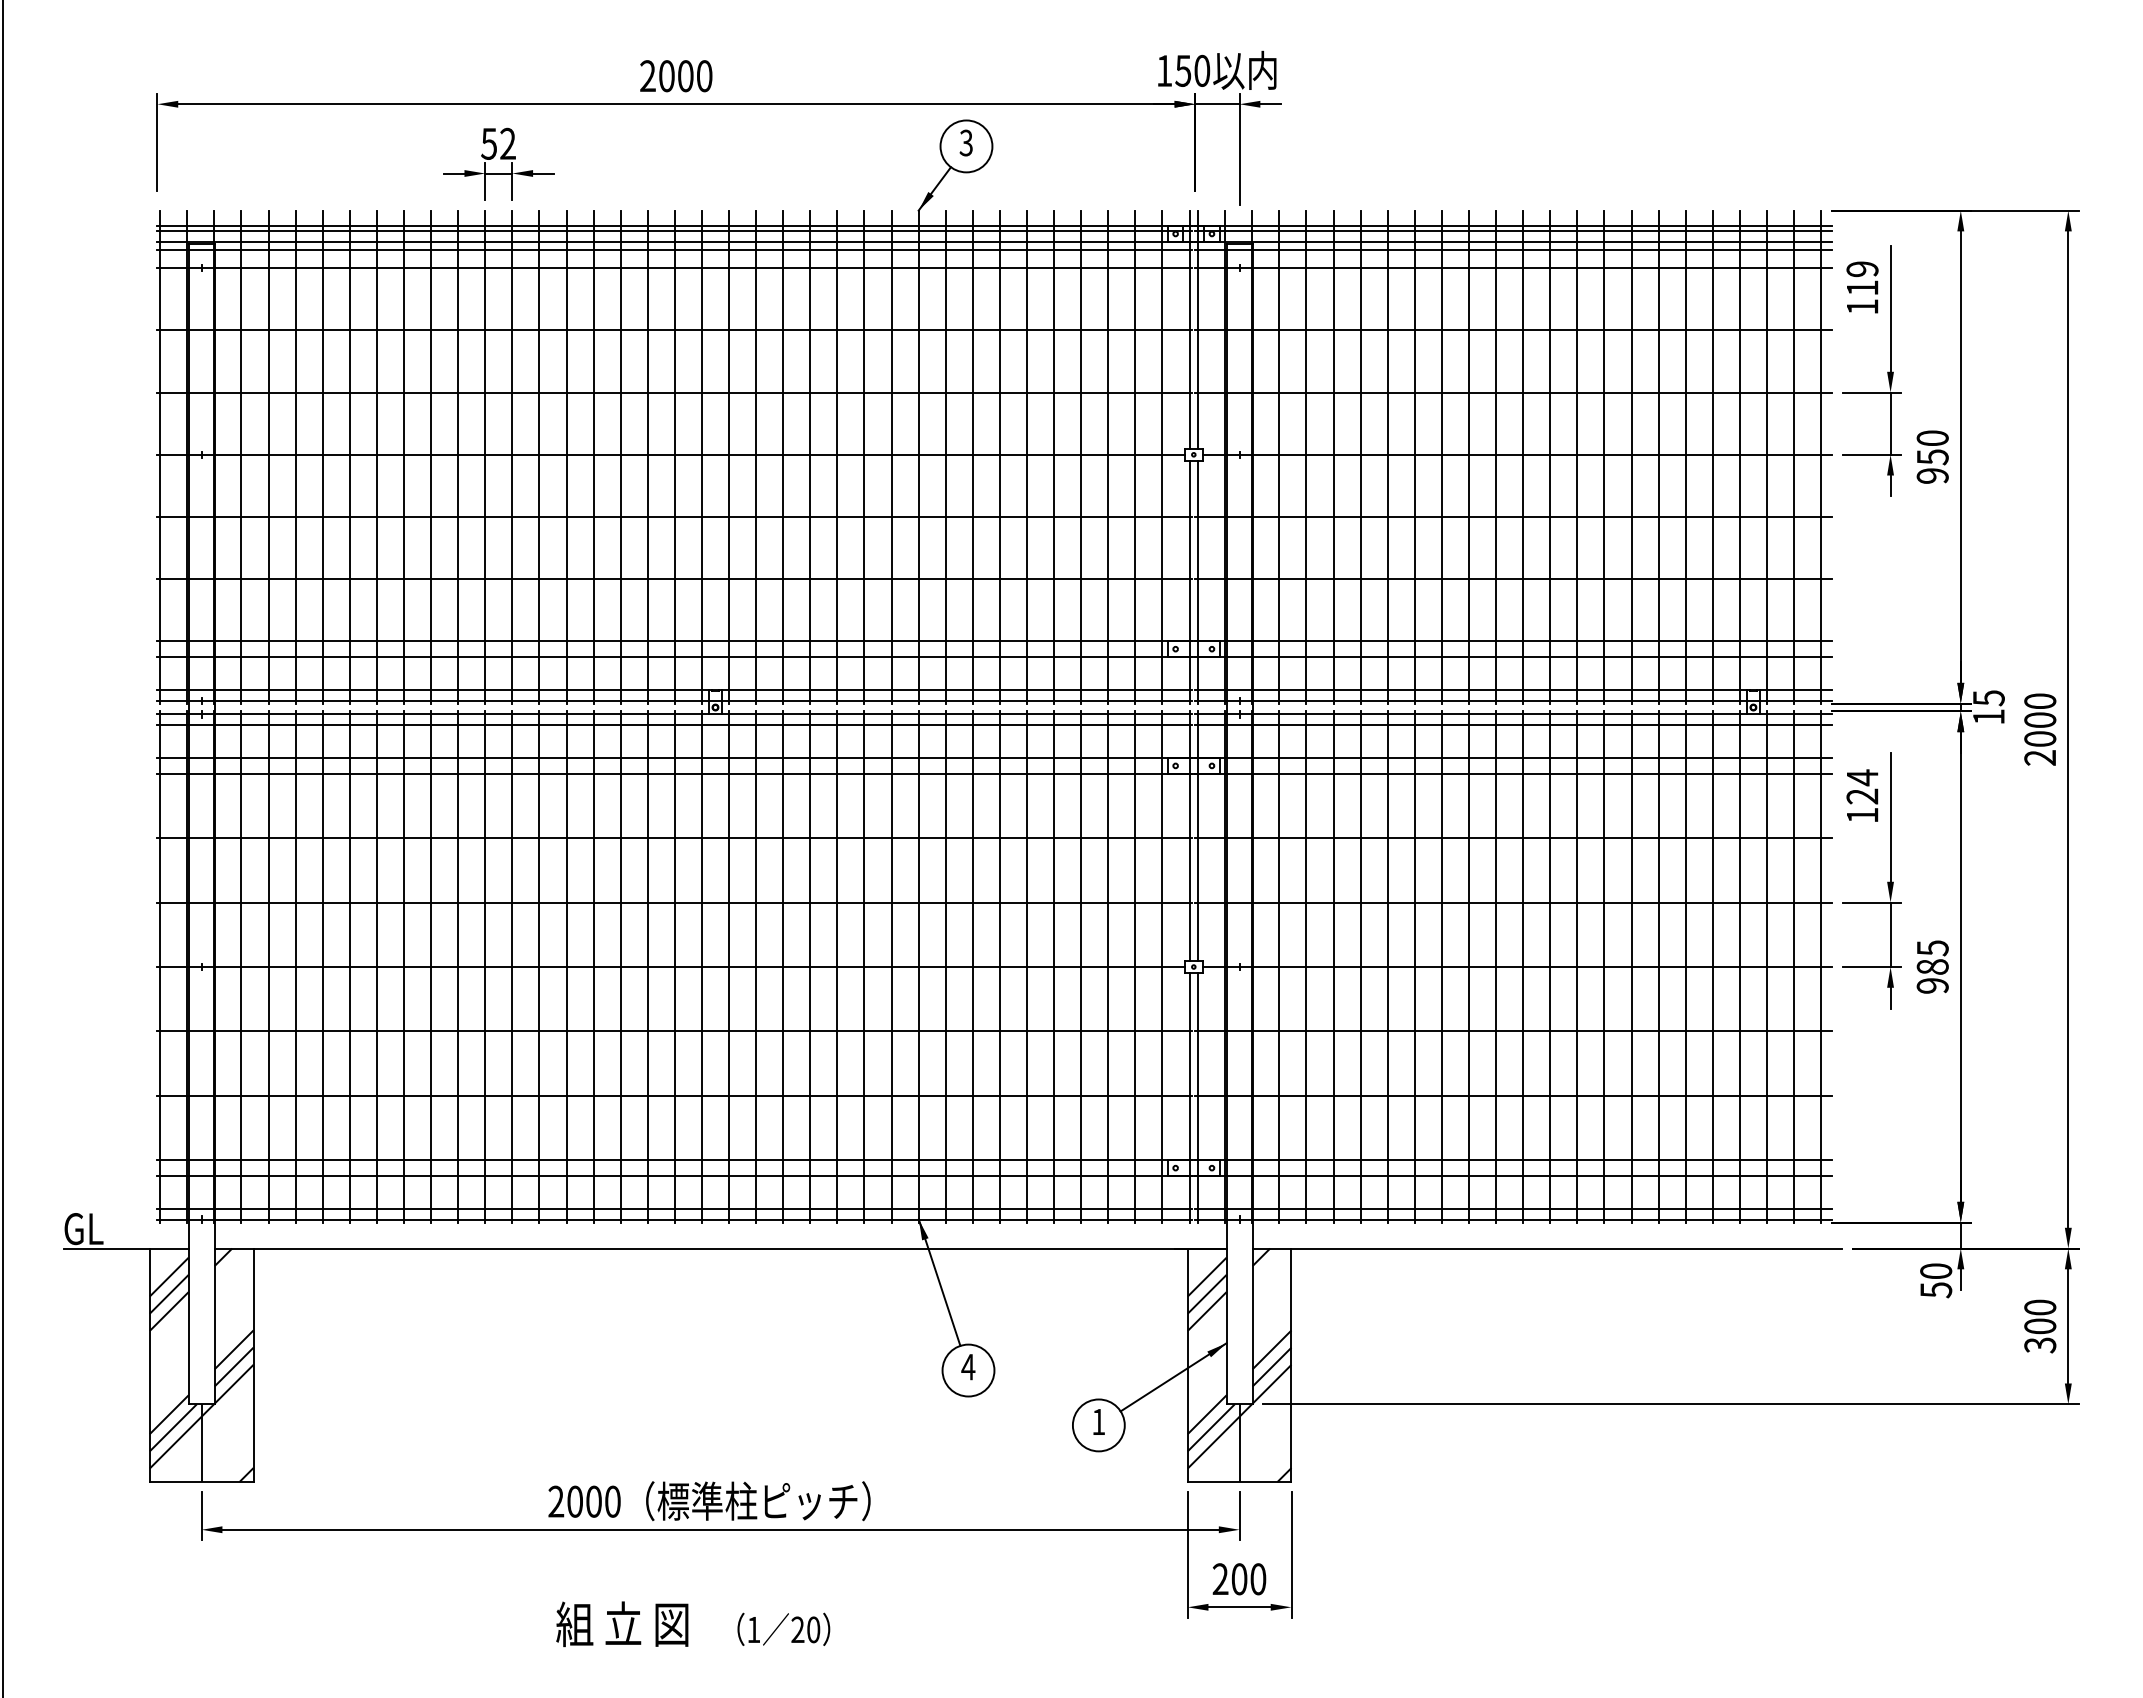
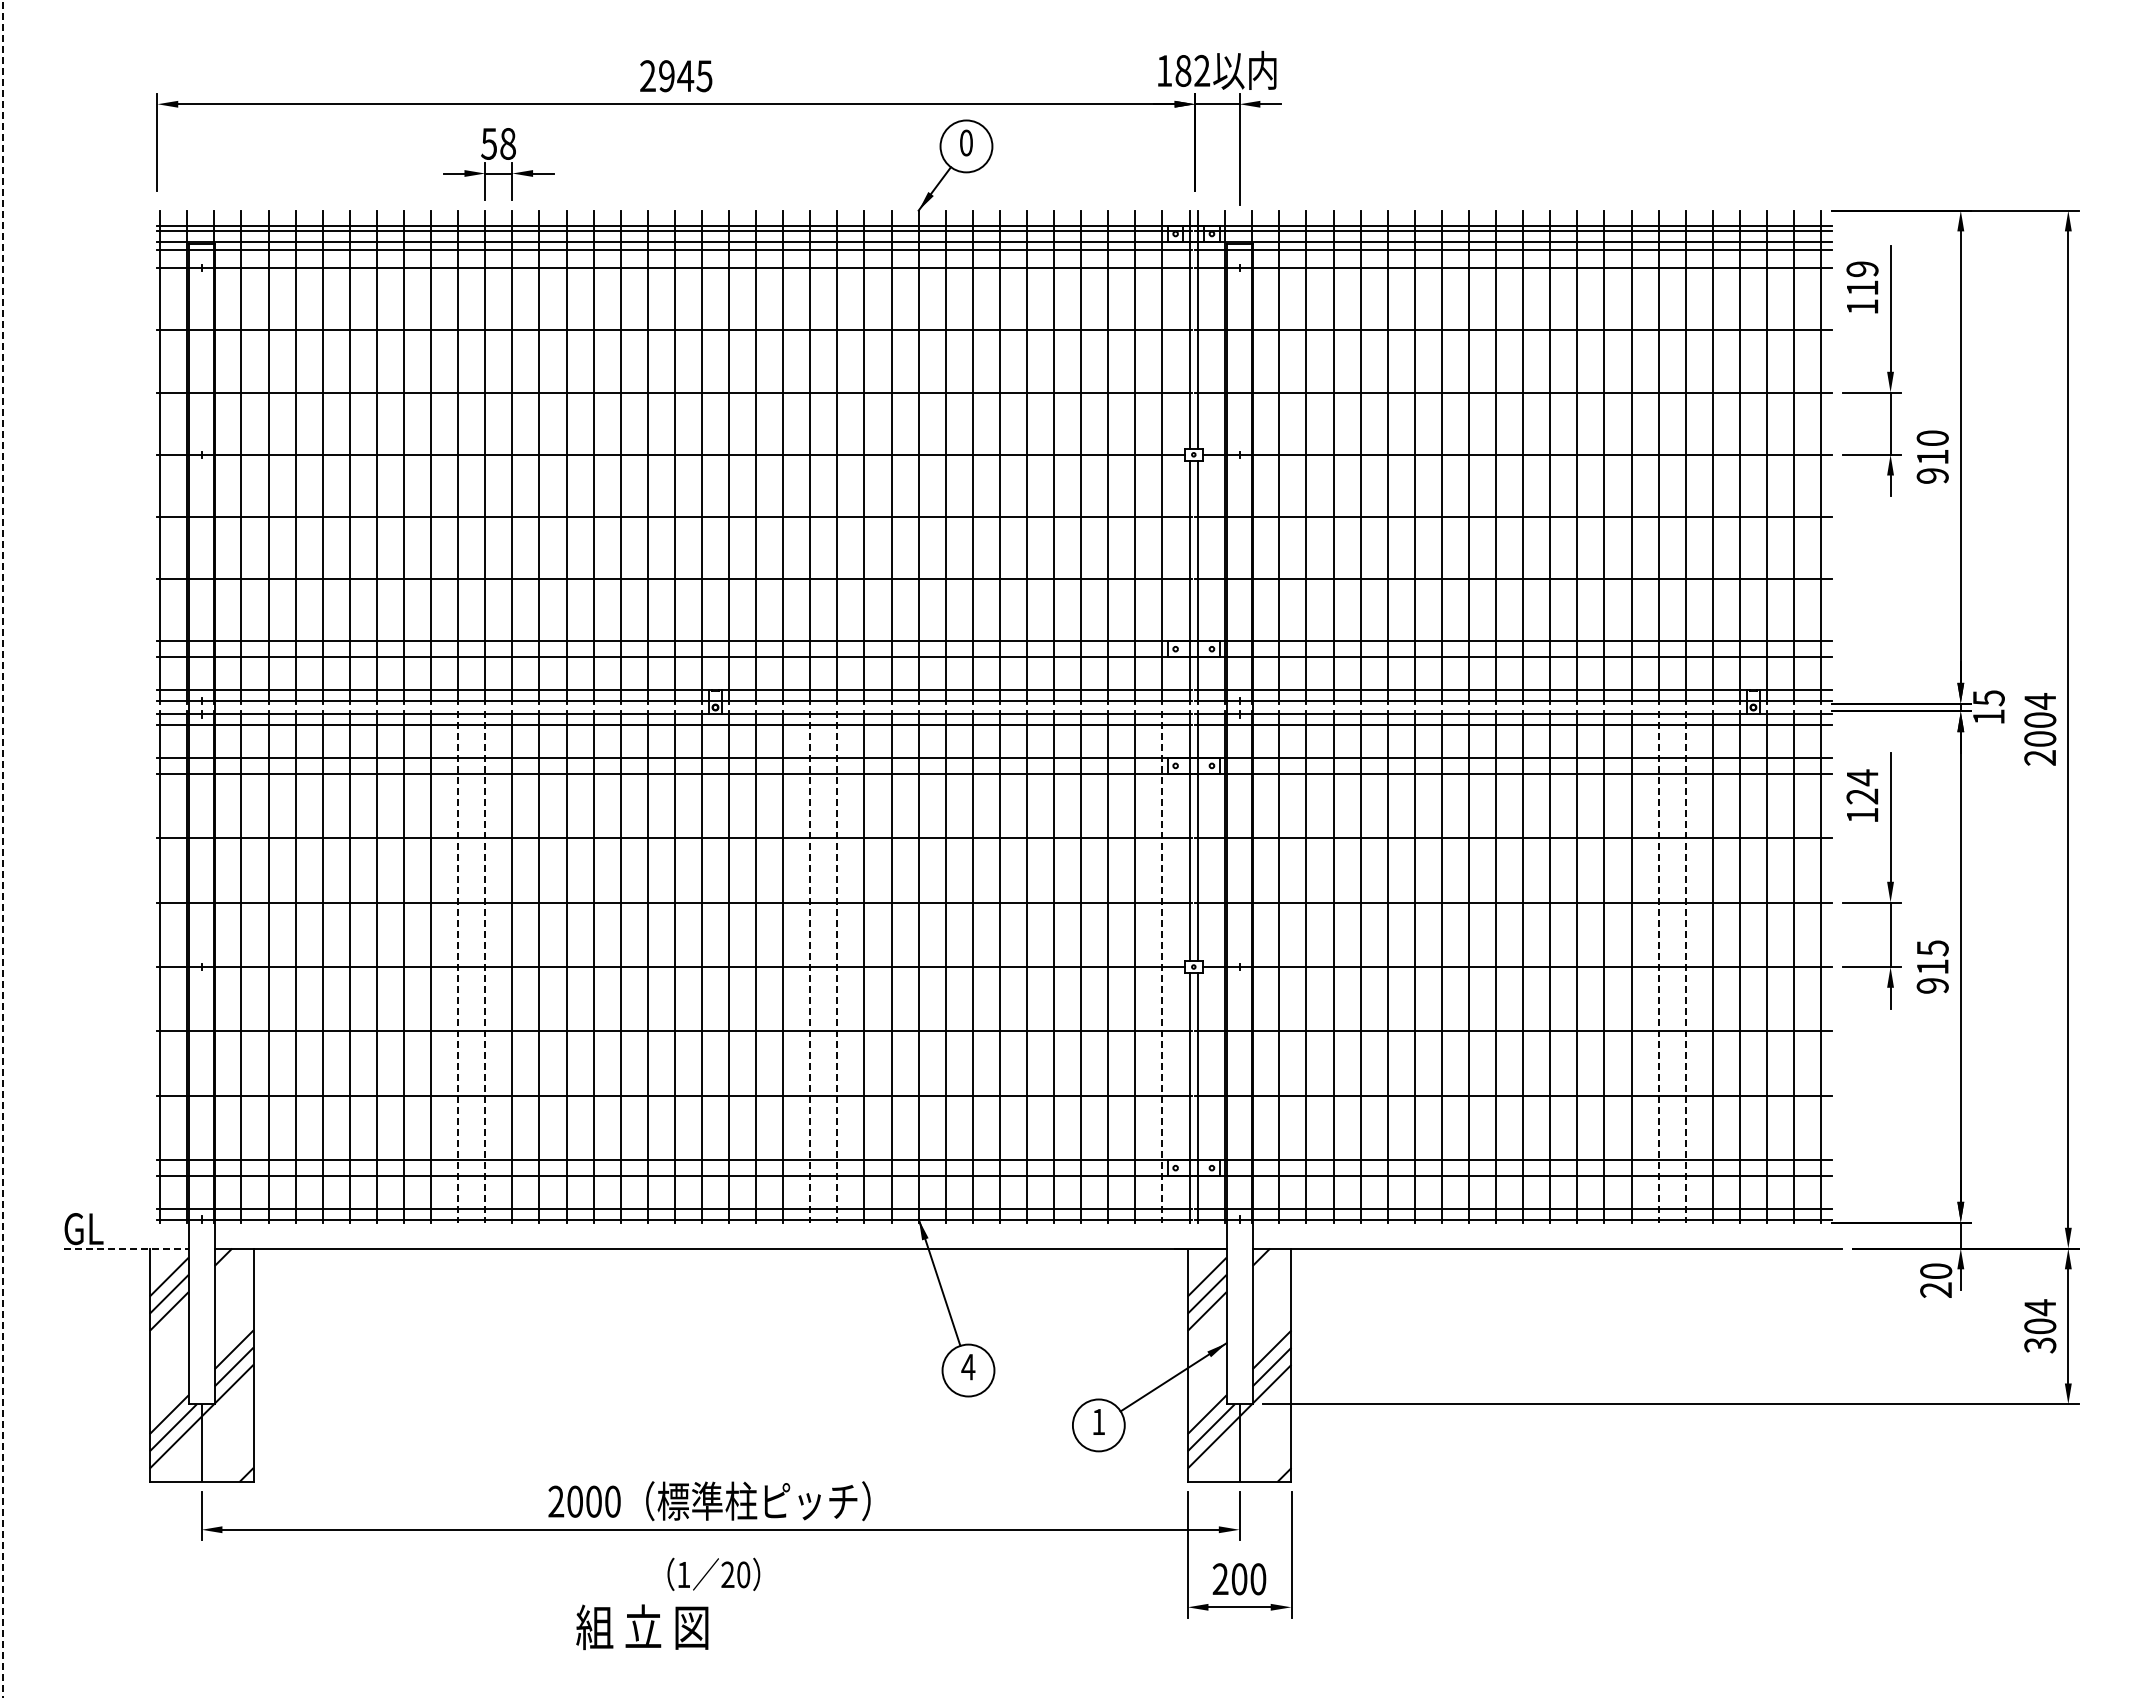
text at (1192, 70): 150 -> 182
text at (685, 76): 2000 -> 2945
text at (965, 142): 3 -> 0
text at (507, 143): 52 -> 58
text at (1932, 457): 950 -> 910
text at (2040, 701): 2000 -> 2004
line at (2, 848): solid -> dashed
text at (1932, 966): 985 -> 915
line at (458, 967): solid -> dashed
line at (485, 967): solid -> dashed
line at (810, 967): solid -> dashed
line at (837, 967): solid -> dashed
line at (1162, 967): solid -> dashed
line at (1658, 967): solid -> dashed
line at (1685, 967): solid -> dashed
line at (126, 1248): solid -> dashed
text at (1936, 1290): 50 -> 20
text at (2040, 1307): 300 -> 304
text at (622, 1624) position: (622, 1624) -> (642, 1627)
text at (783, 1628) position: (783, 1628) -> (713, 1573)
